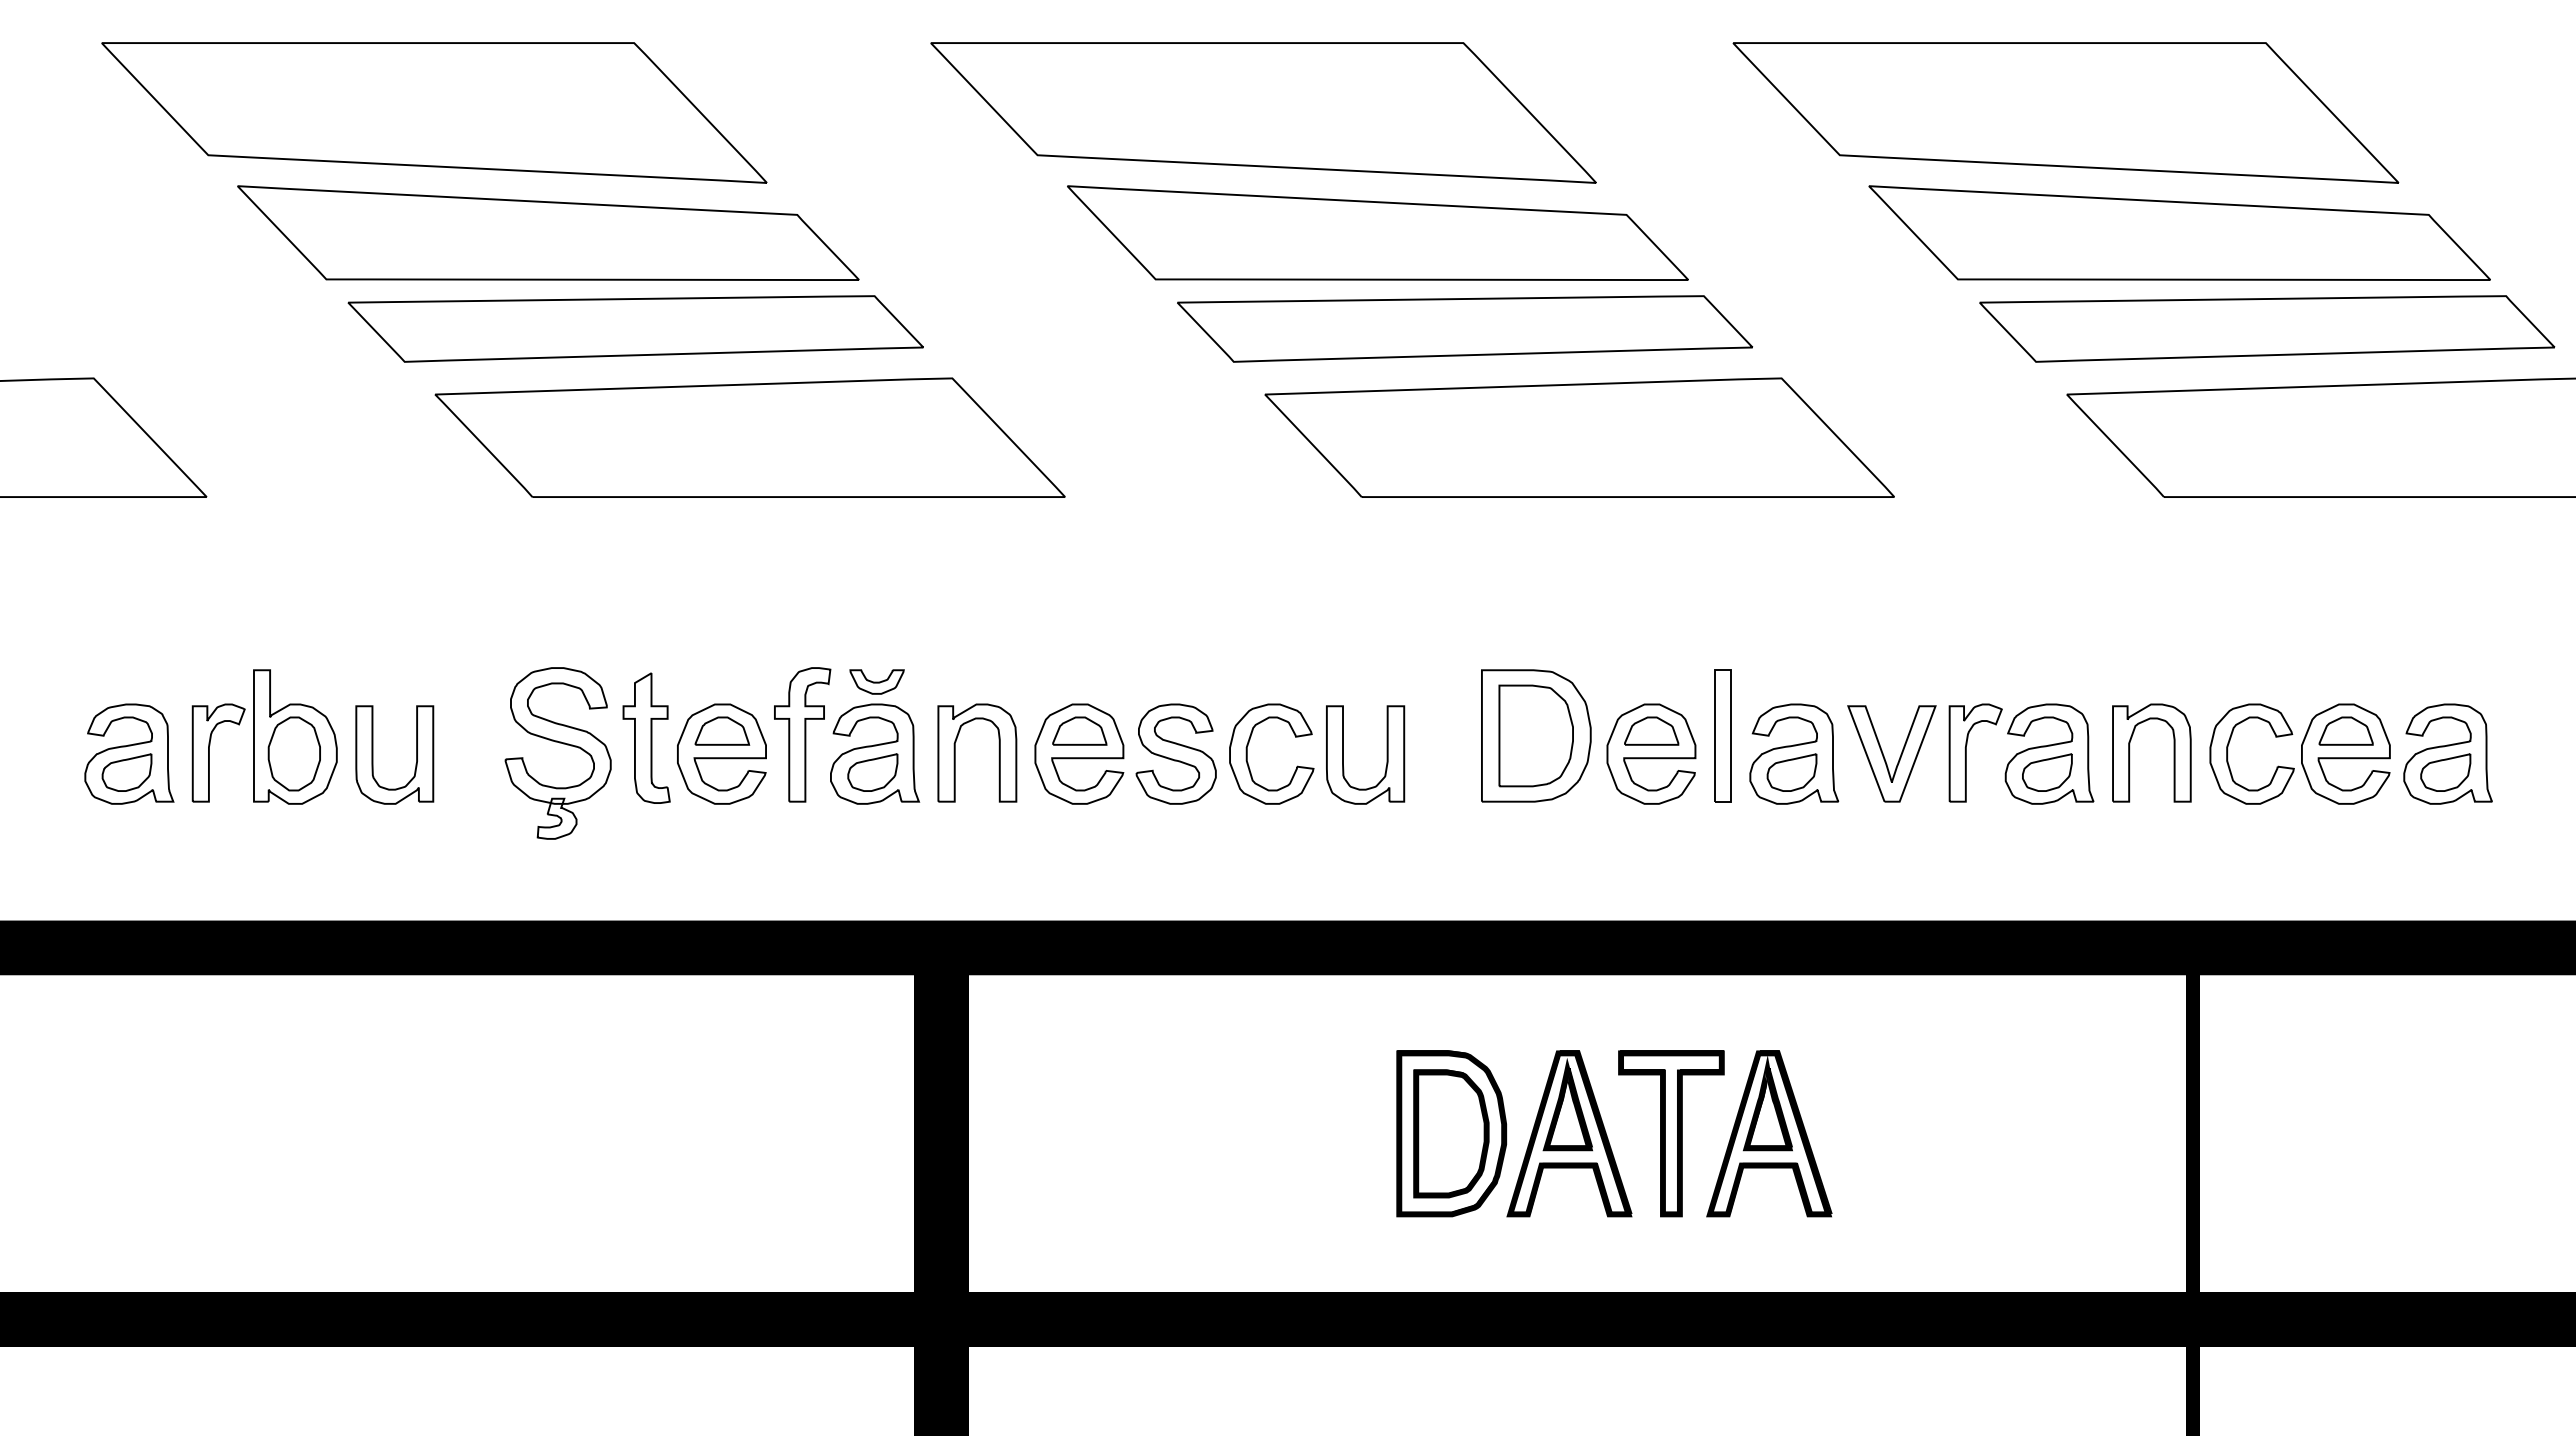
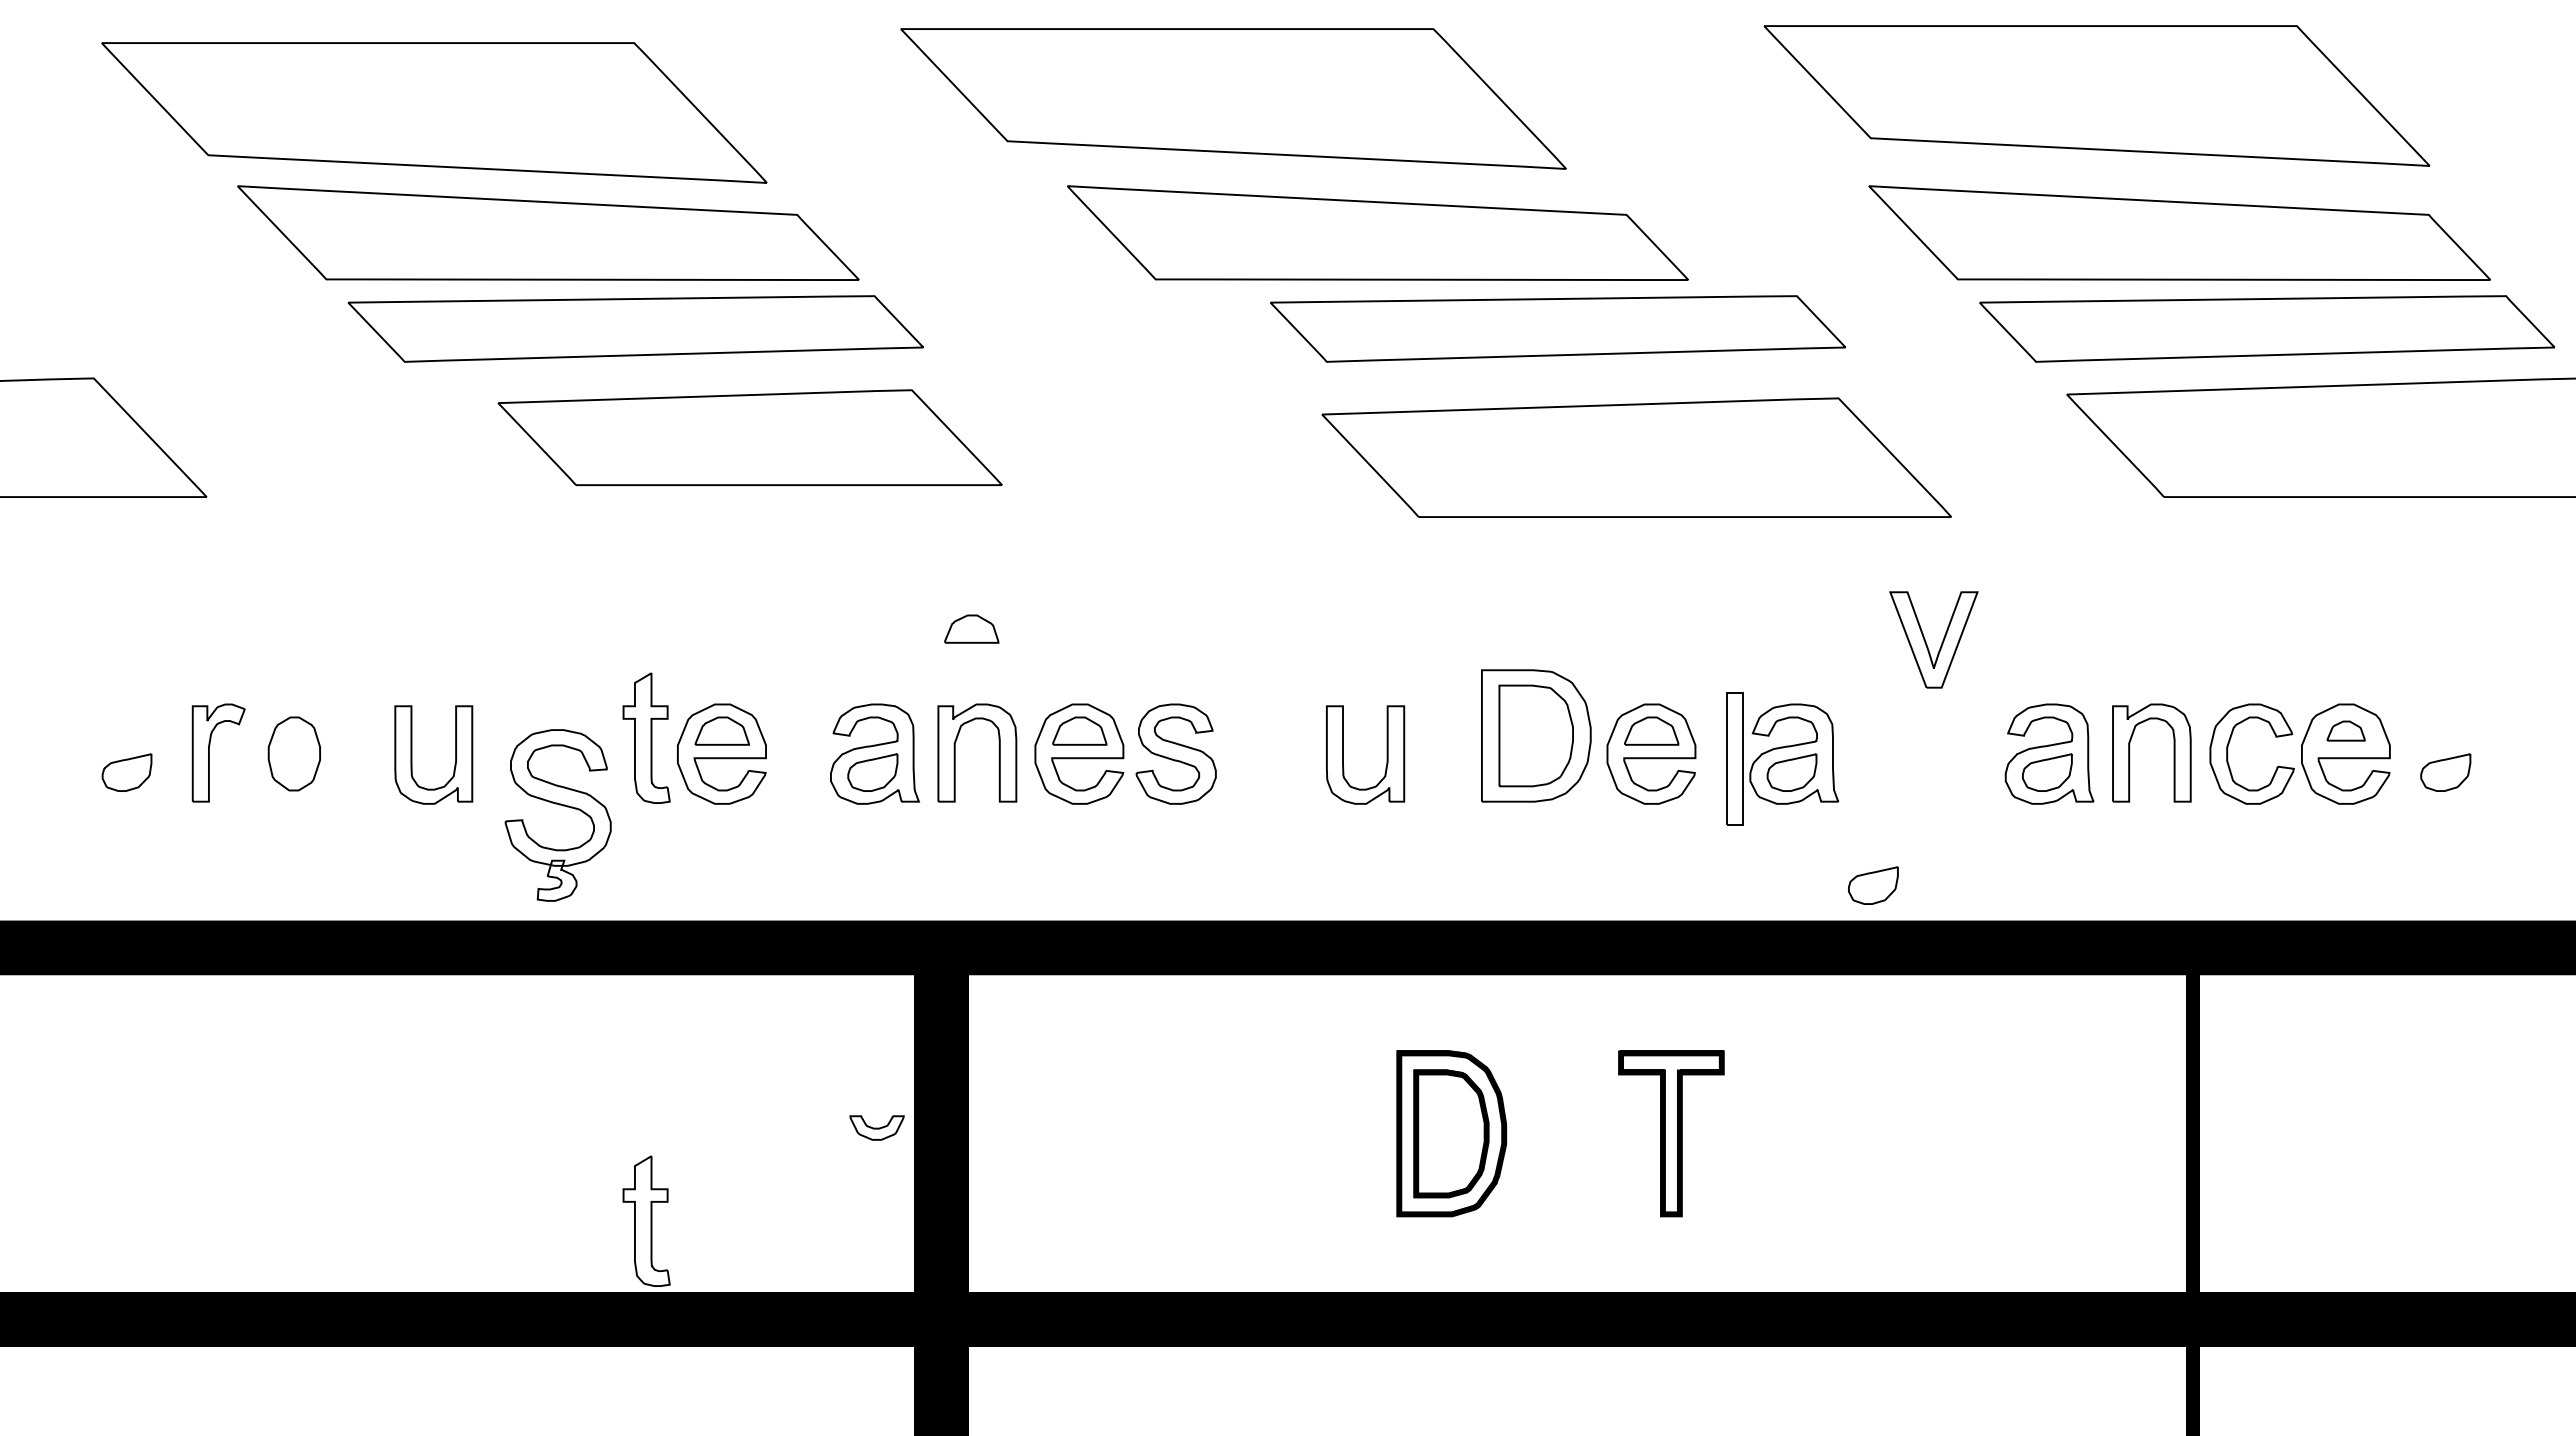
part at (1263, 112) position: (1263, 112) -> (1233, 98)
part at (2065, 112) position: (2065, 112) -> (2096, 95)
part at (1465, 328) position: (1465, 328) -> (1558, 328)
part at (749, 437) size: 632x121 px -> 506x97 px
part at (1579, 437) position: (1579, 437) -> (1636, 457)
part at (971, 628): none -> present
part at (876, 681) position: (876, 681) -> (876, 1127)
part at (2345, 730) size: 56x30 px -> 40x22 px
part at (802, 734): present -> none
part at (1722, 735) position: (1722, 735) -> (1734, 758)
part at (295, 736): present -> none
part at (559, 743) position: (559, 743) -> (559, 805)
part at (1966, 752): present -> none
part at (129, 753): present -> none
part at (1247, 753): present -> none
part at (2447, 753): present -> none
part at (373, 754) position: (373, 754) -> (412, 754)
part at (1884, 755) position: (1884, 755) -> (1926, 641)
part at (1873, 885): none -> present
part at (1569, 1133): present -> none
part at (1769, 1133): present -> none
part at (646, 1220): none -> present
